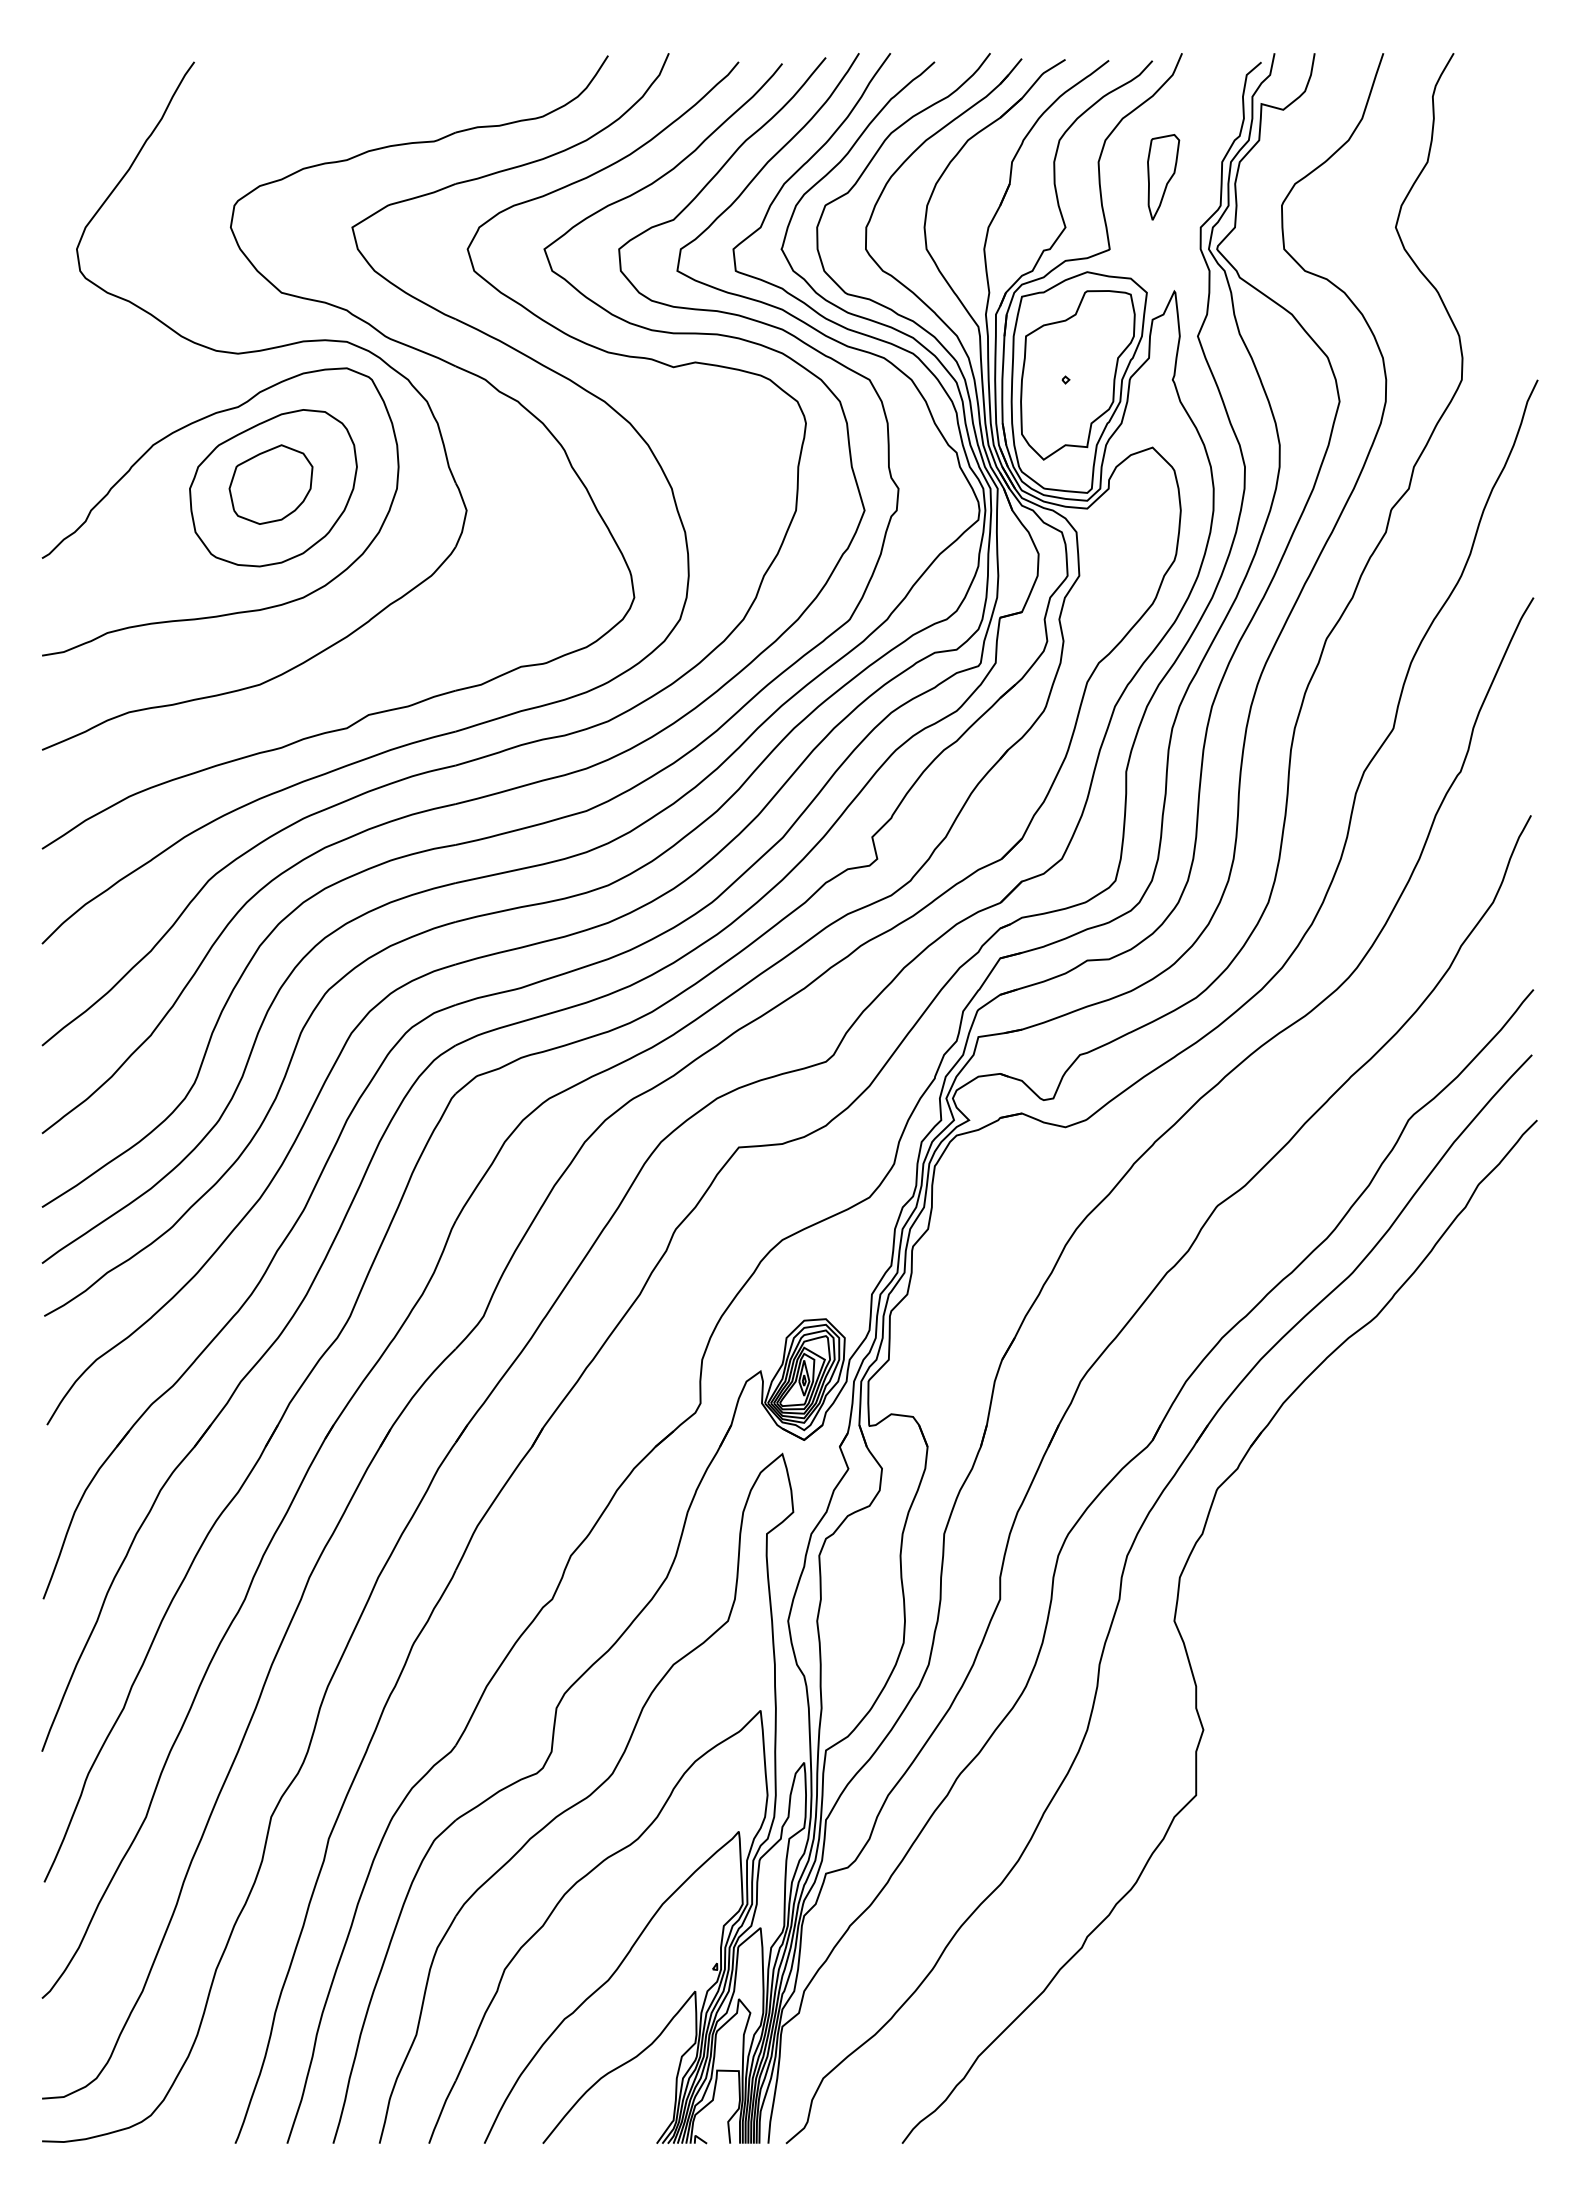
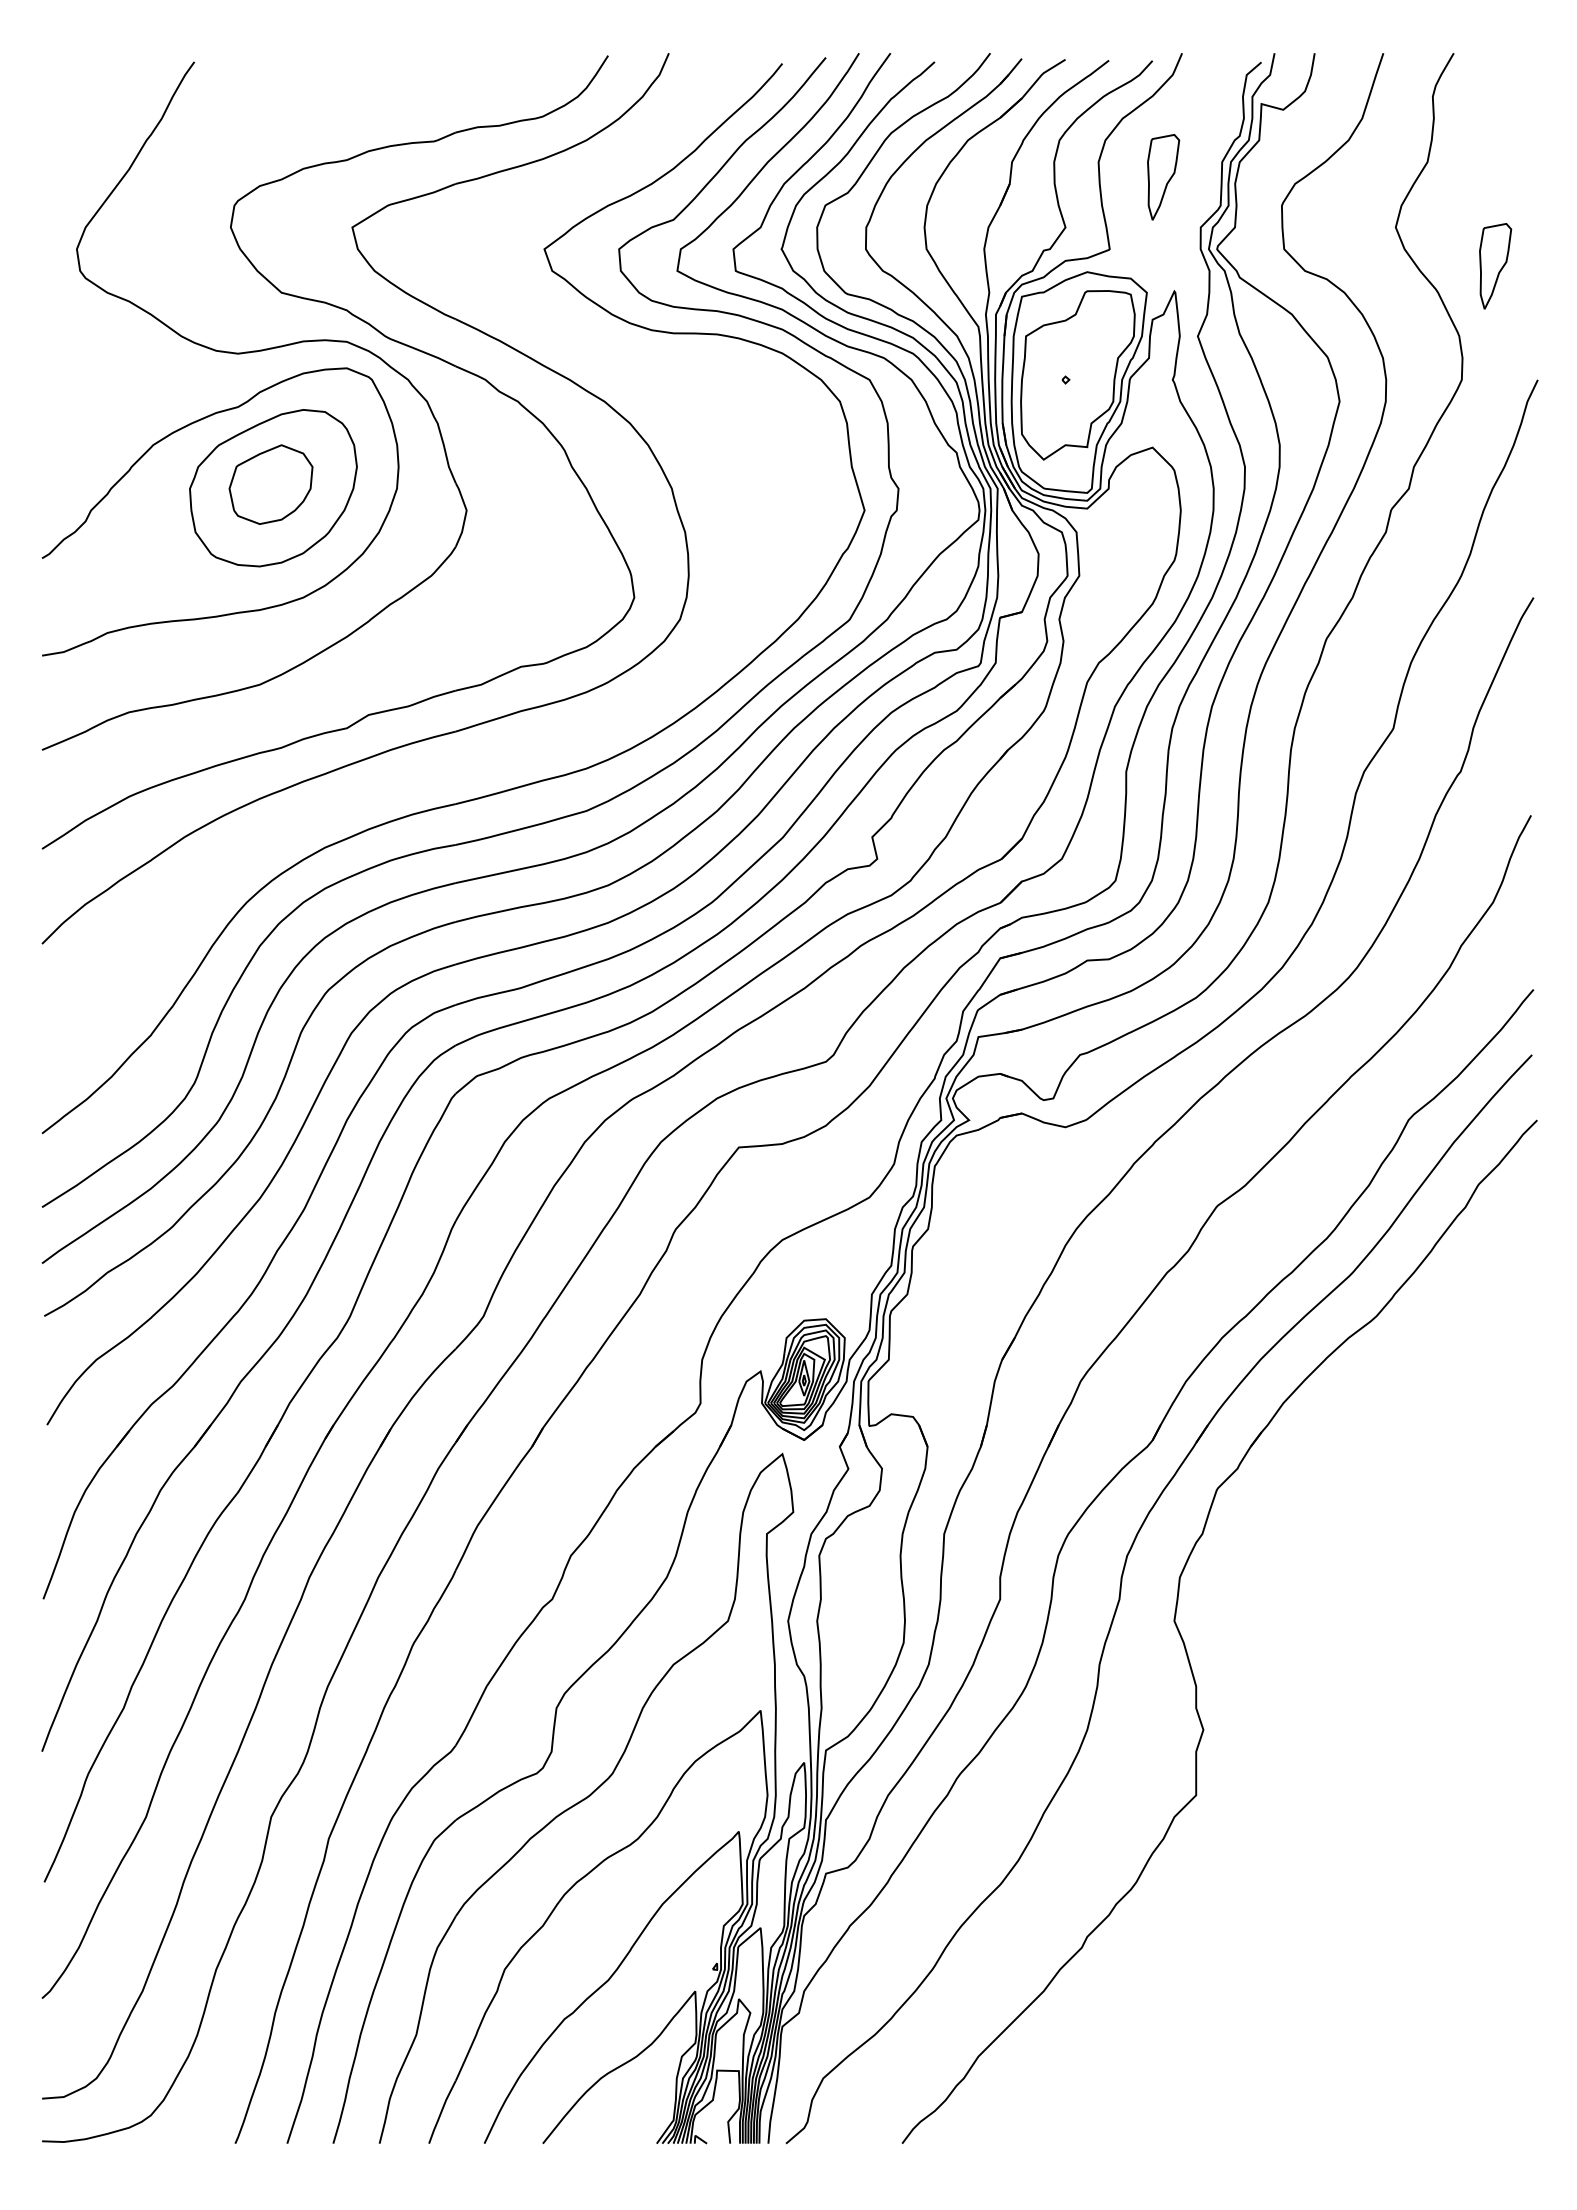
part at (1495, 266): none -> present
part at (481, 756): present -> none
